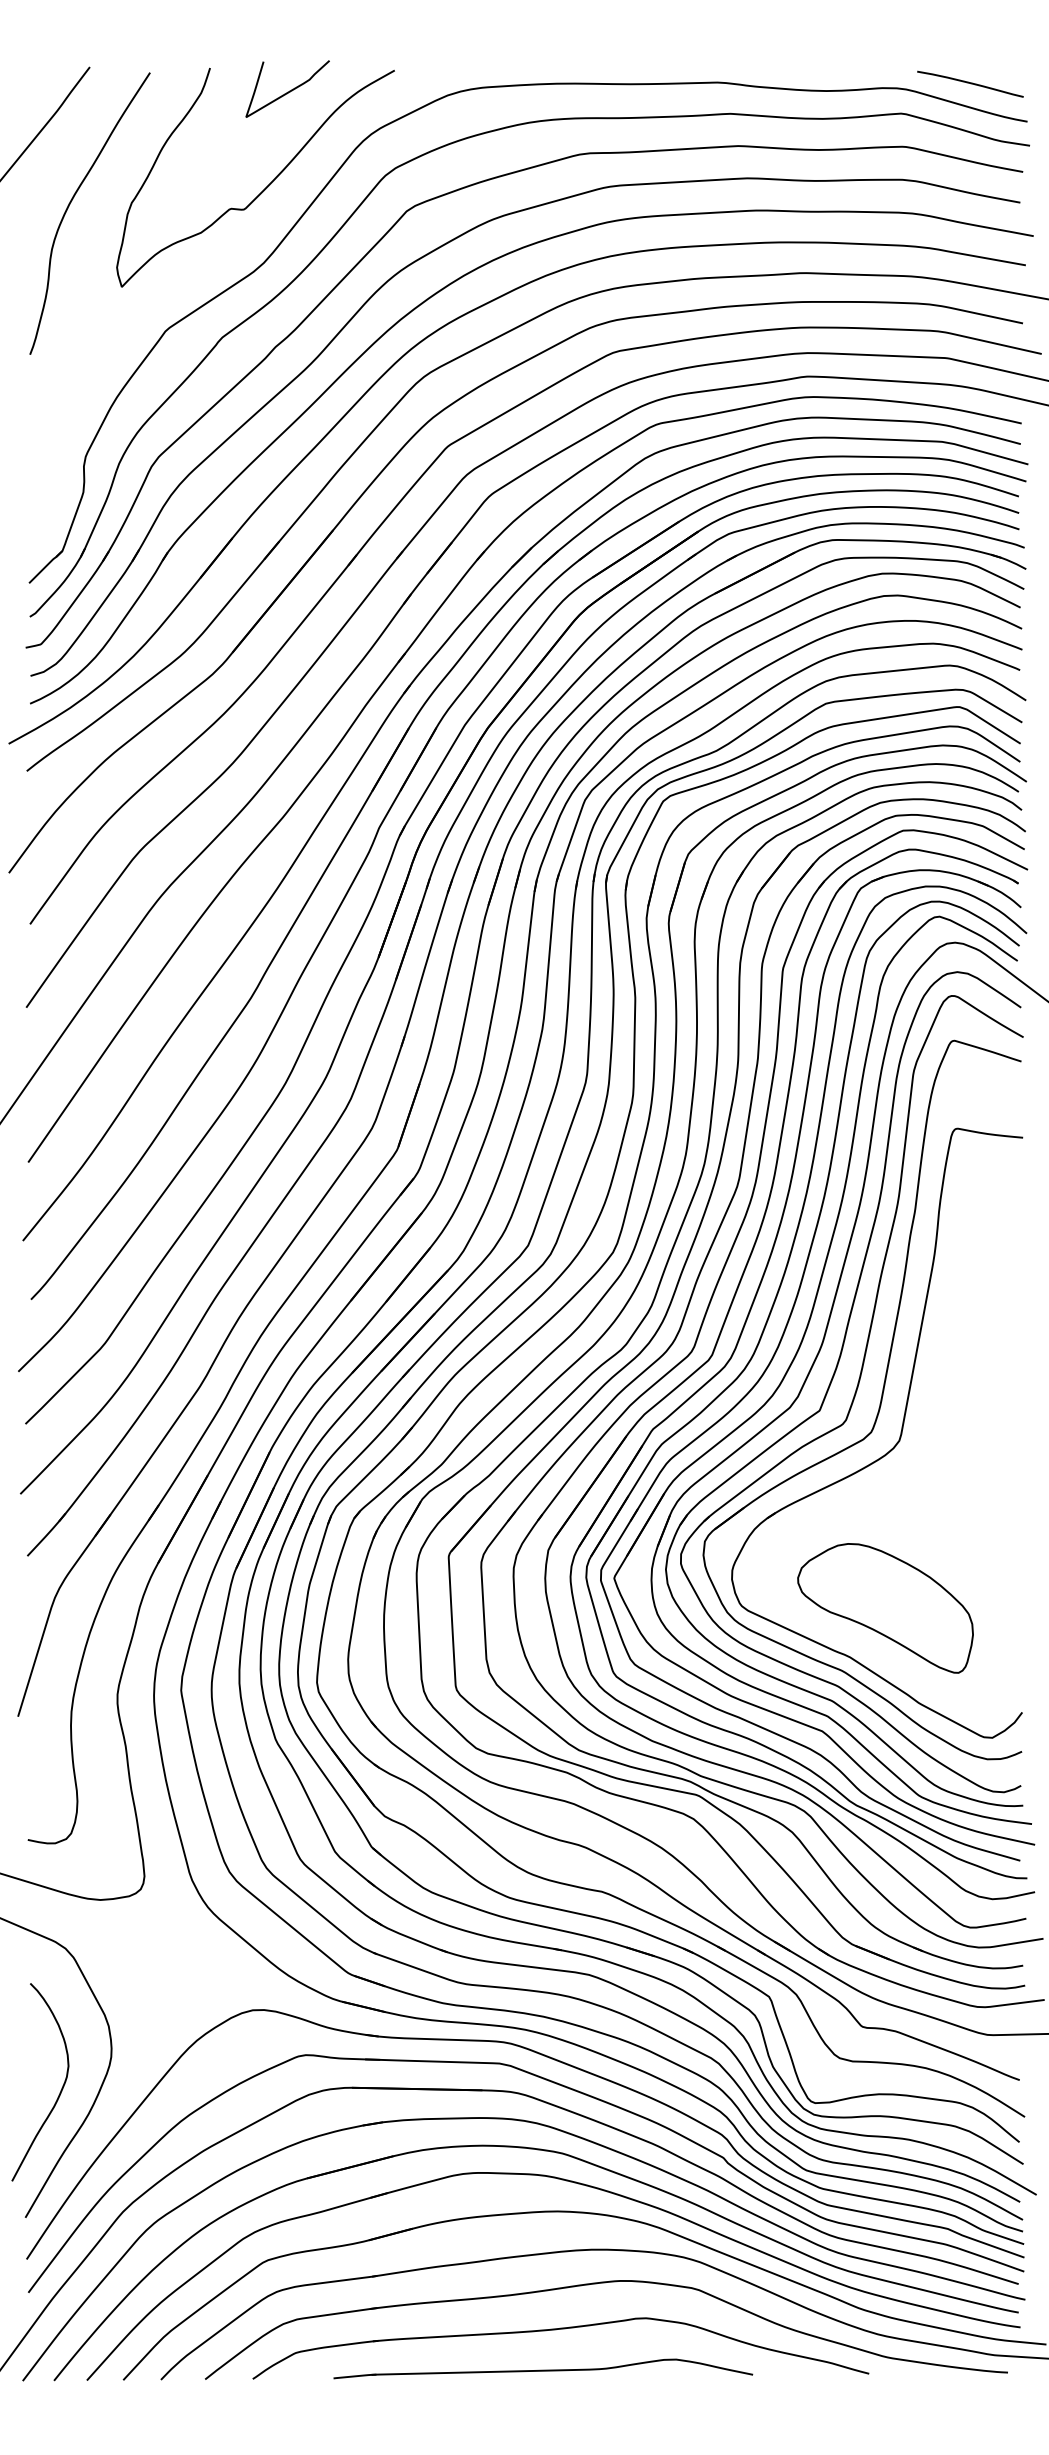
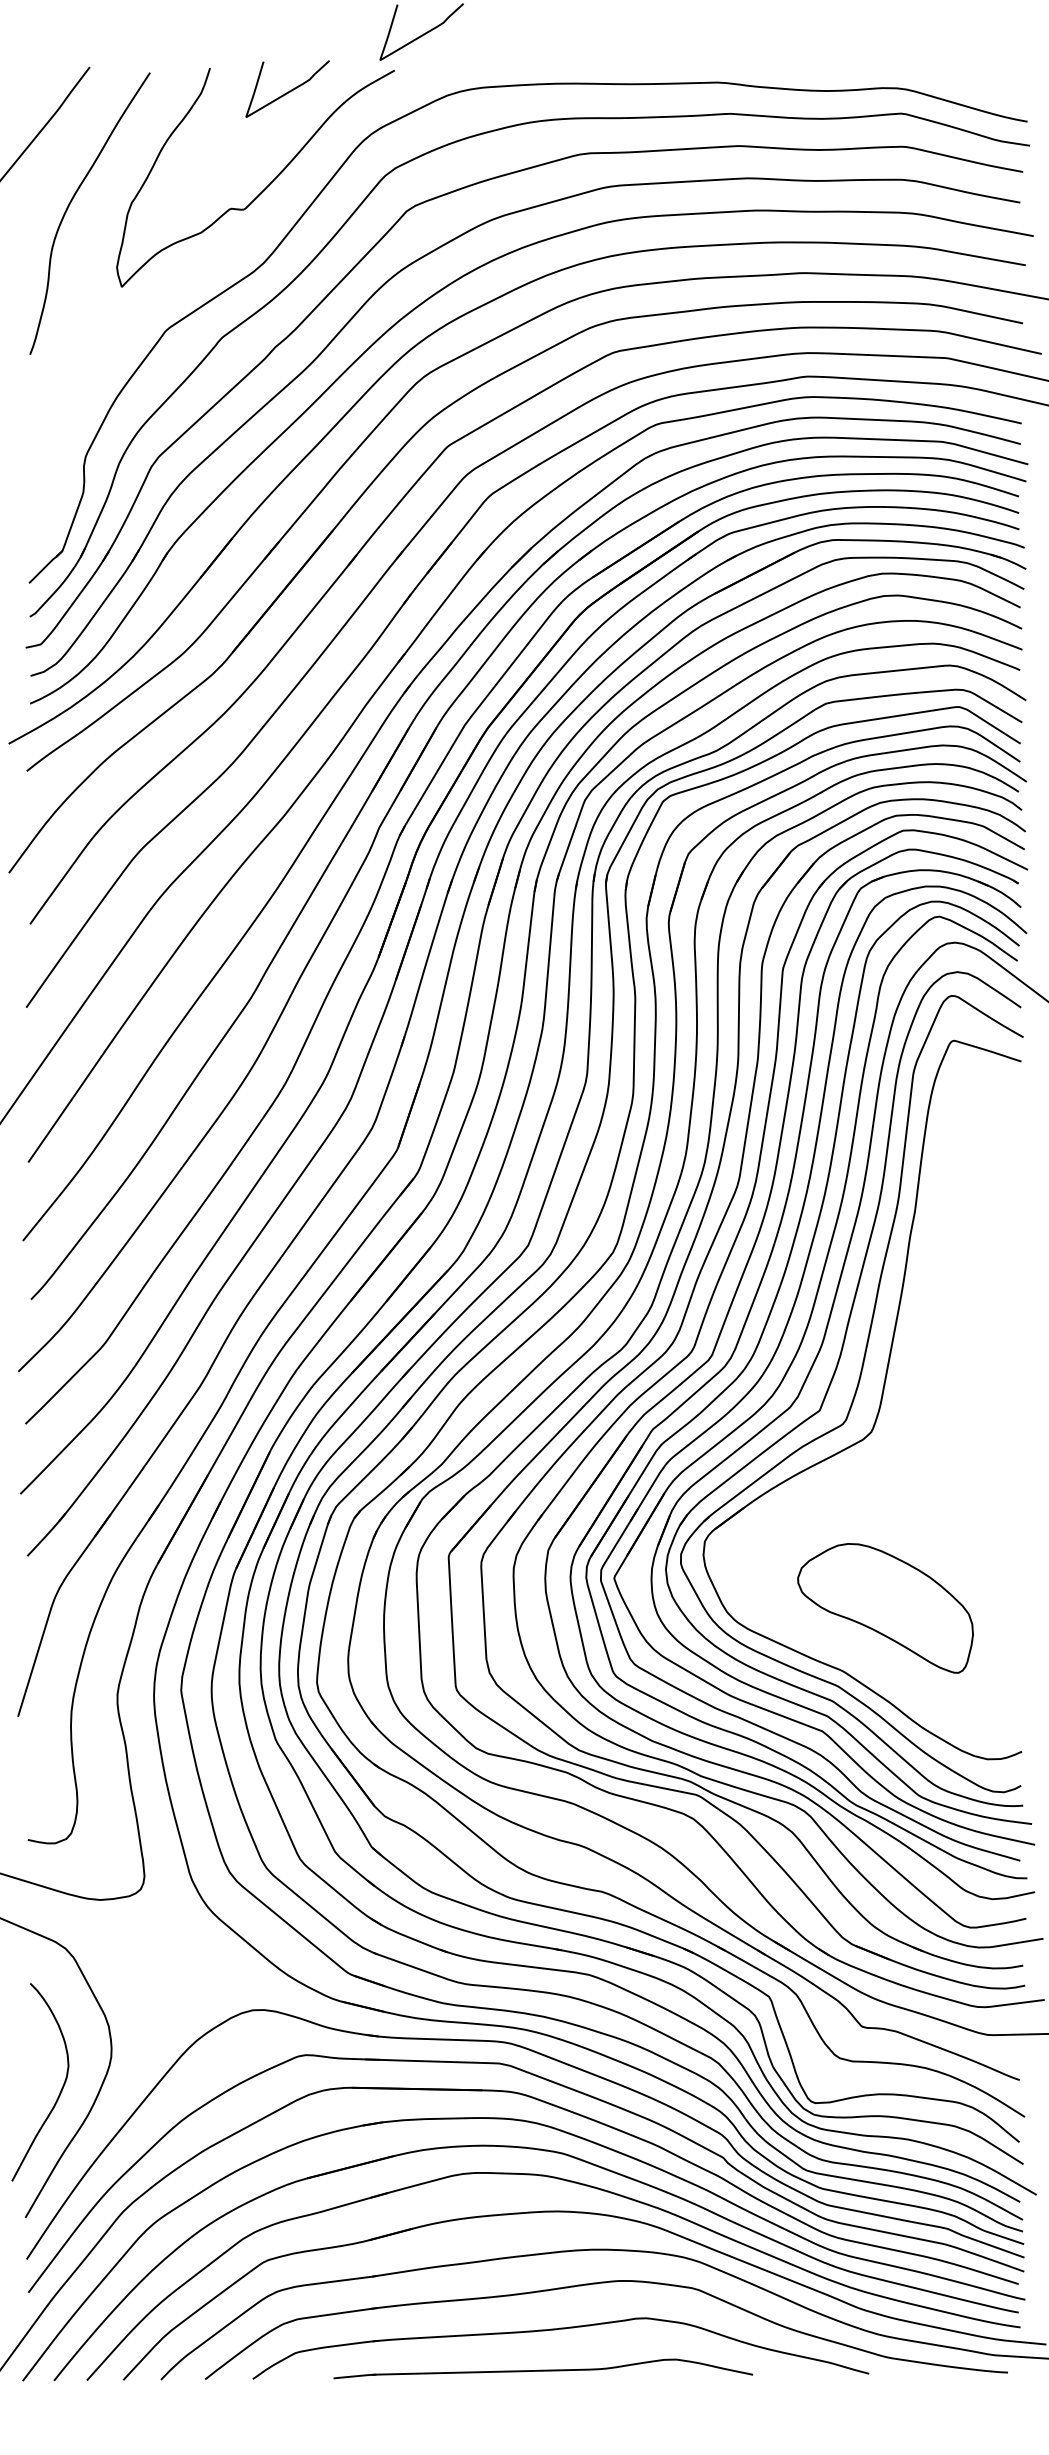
curve at (423, 33): none -> present
curve at (970, 83): present -> none
part at (892, 1447): present -> none
